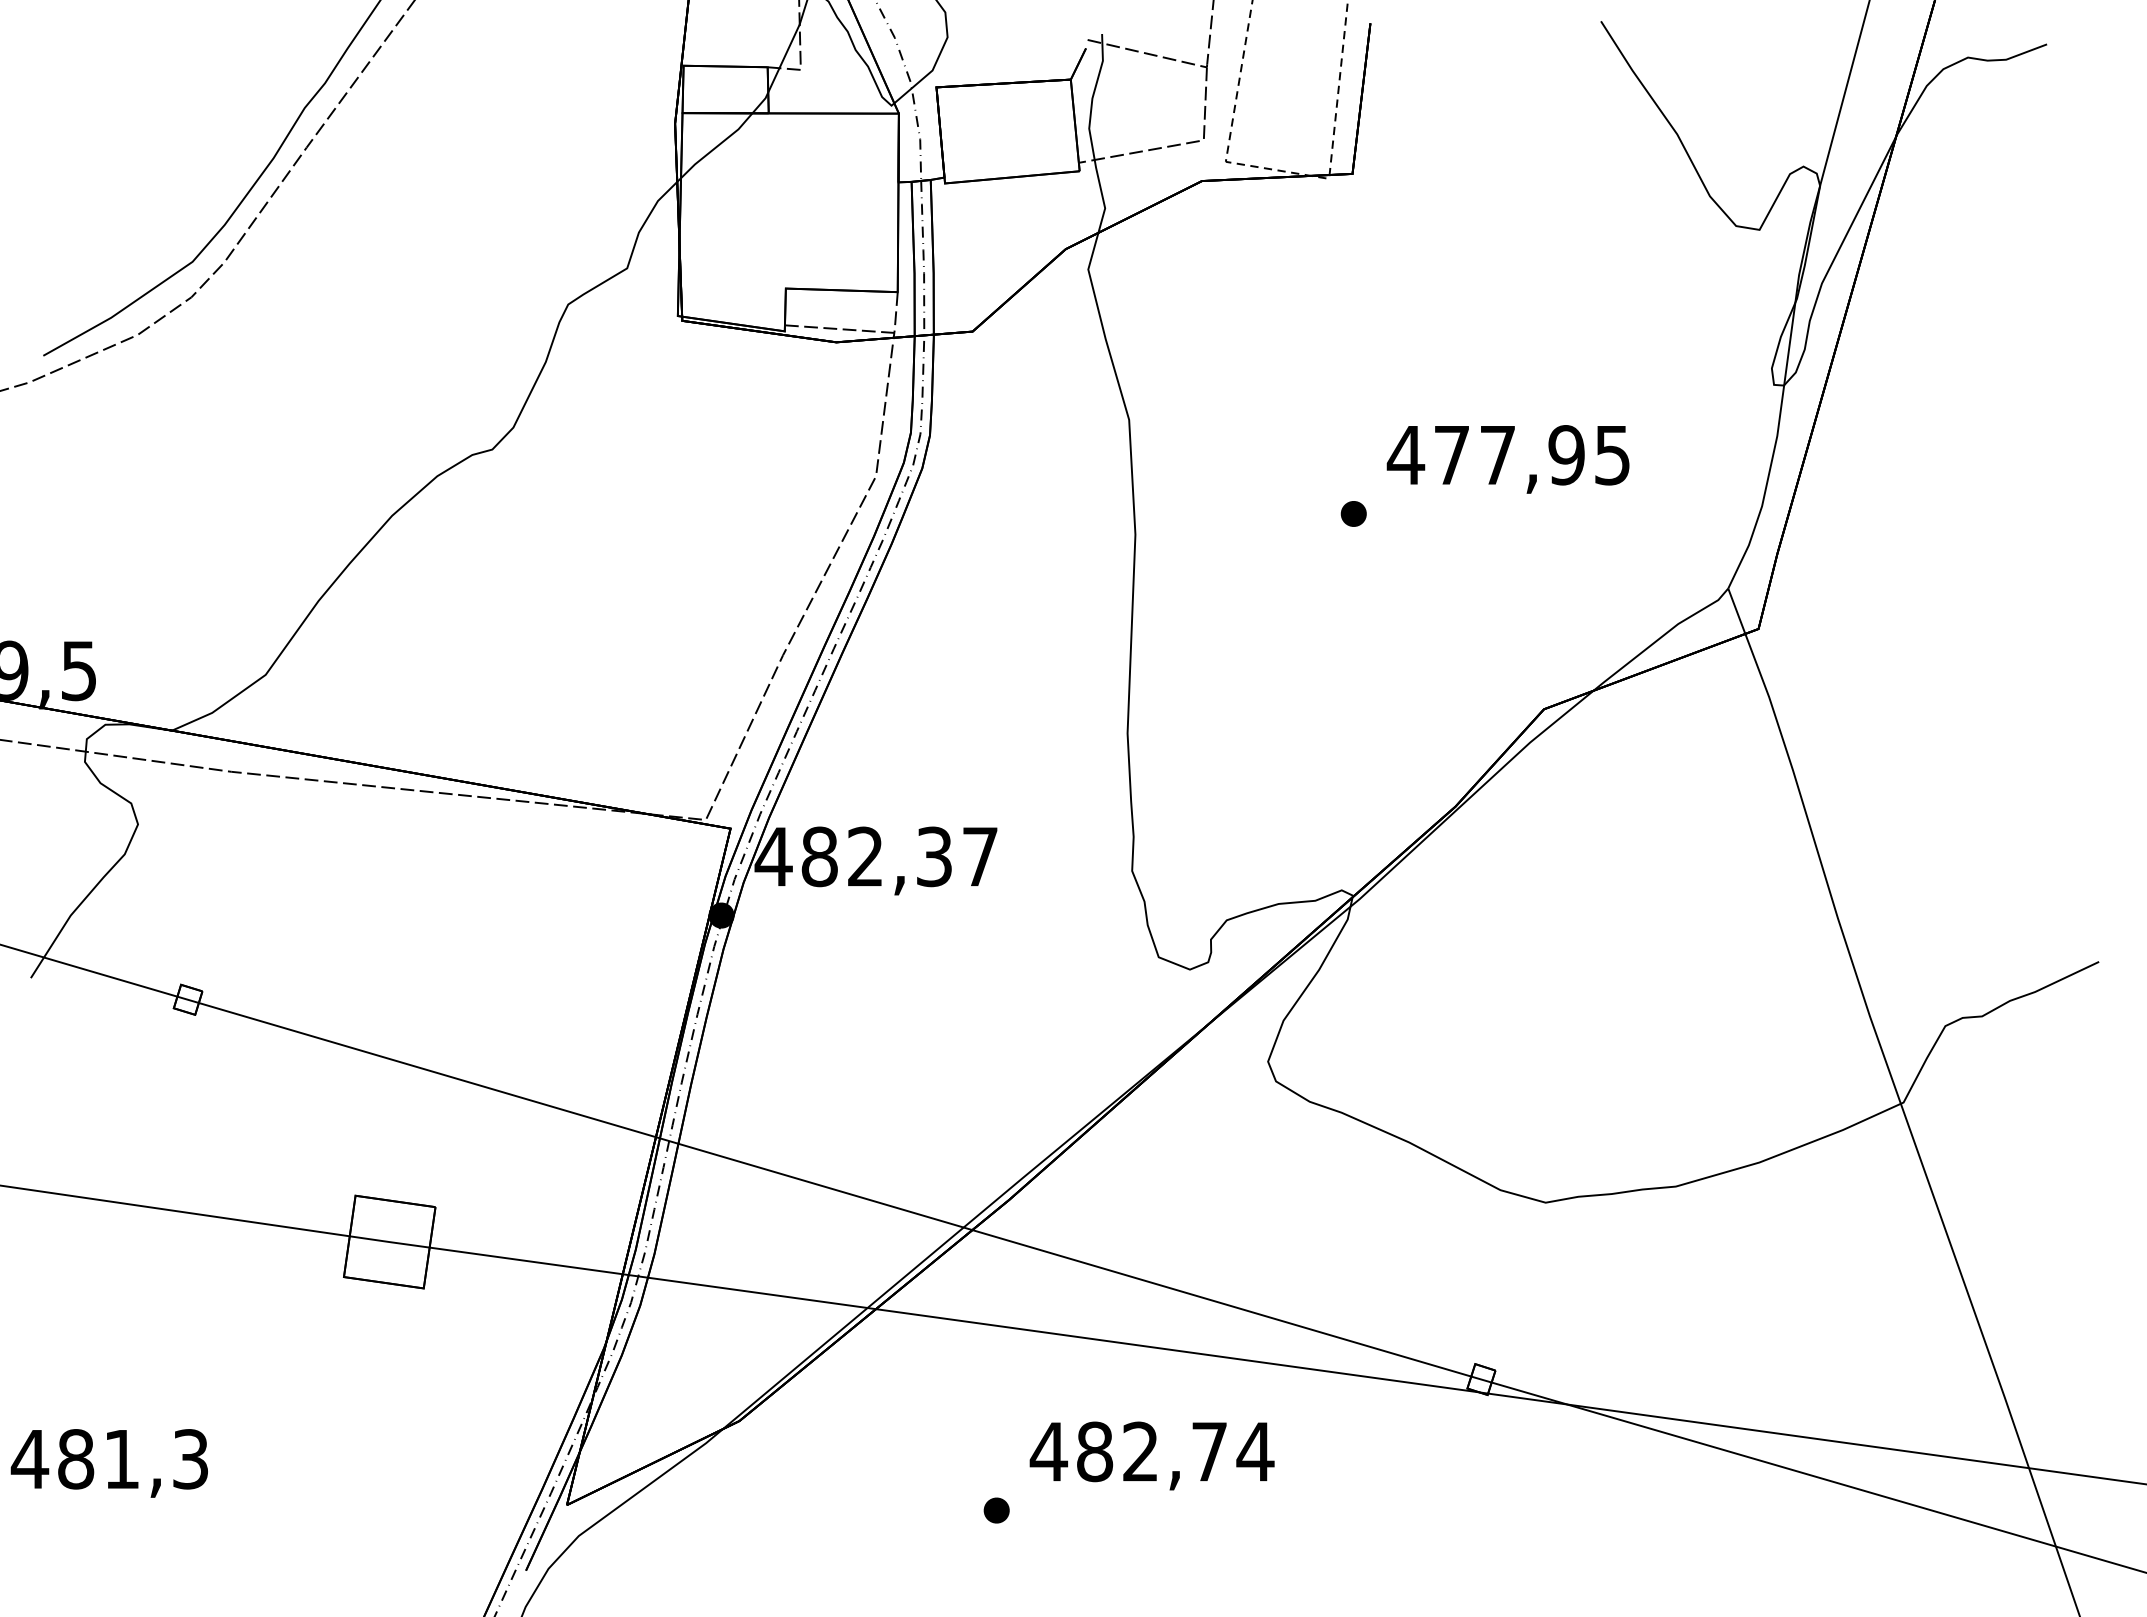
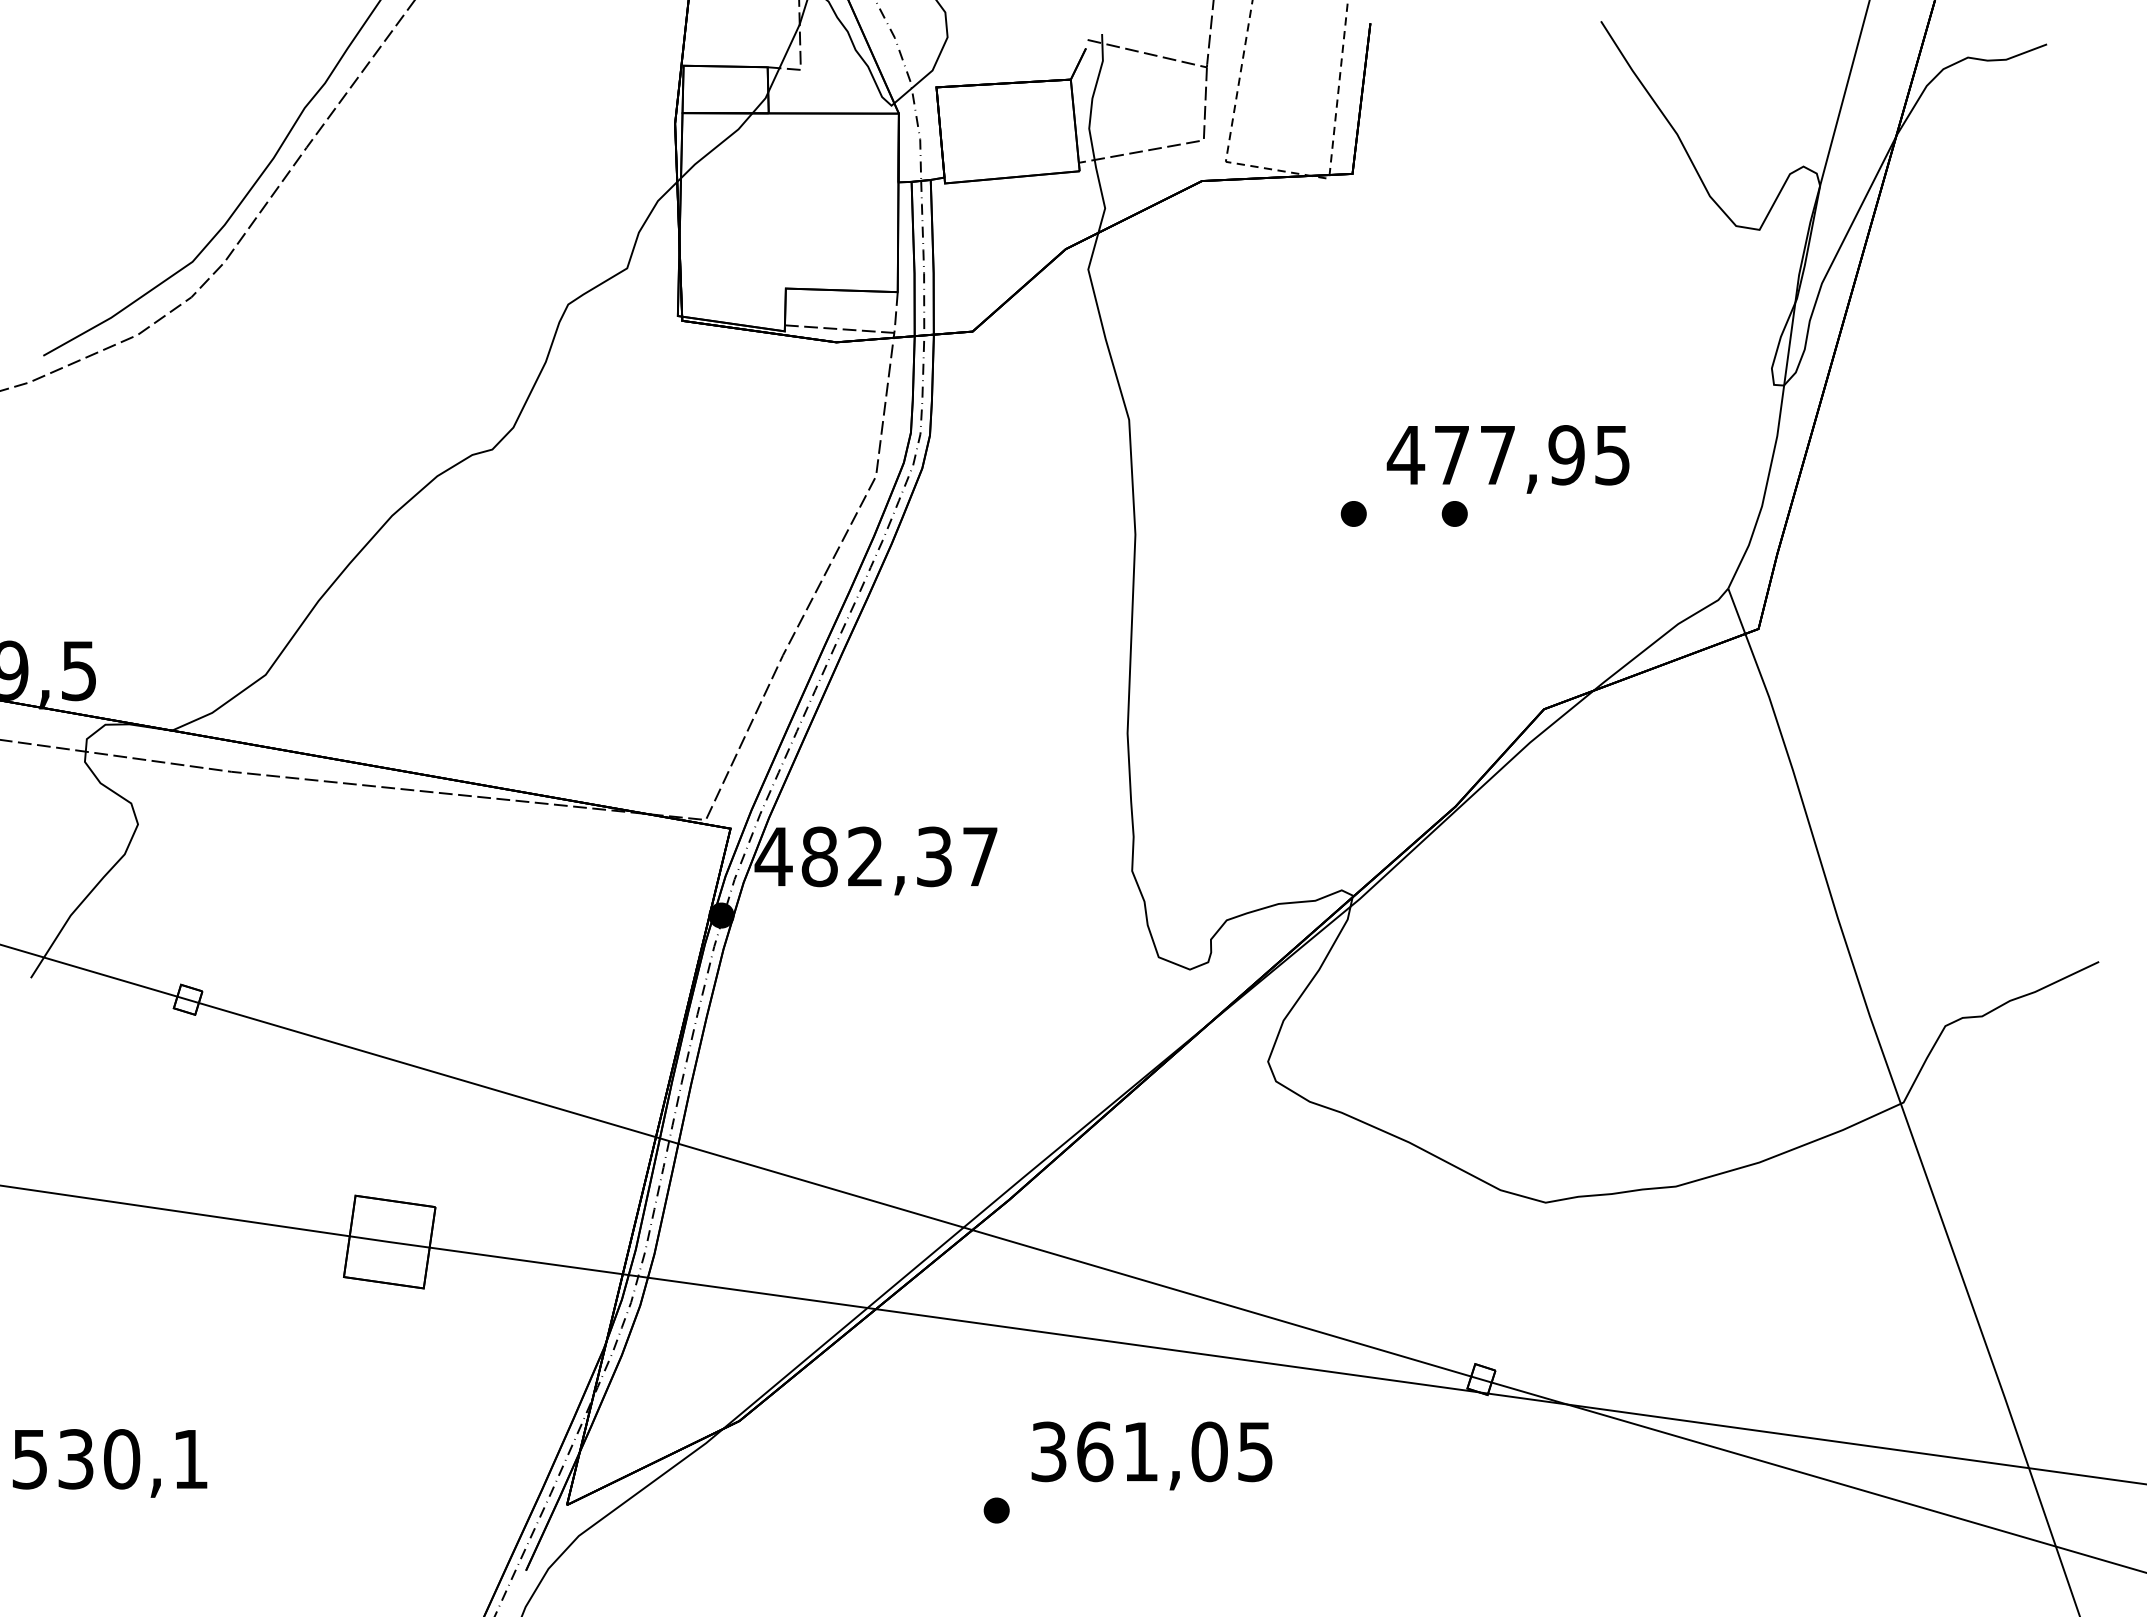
part at (1454, 513): none -> present
text at (1151, 1451): 482,74 -> 361,05
text at (108, 1459): 481,3 -> 530,1
